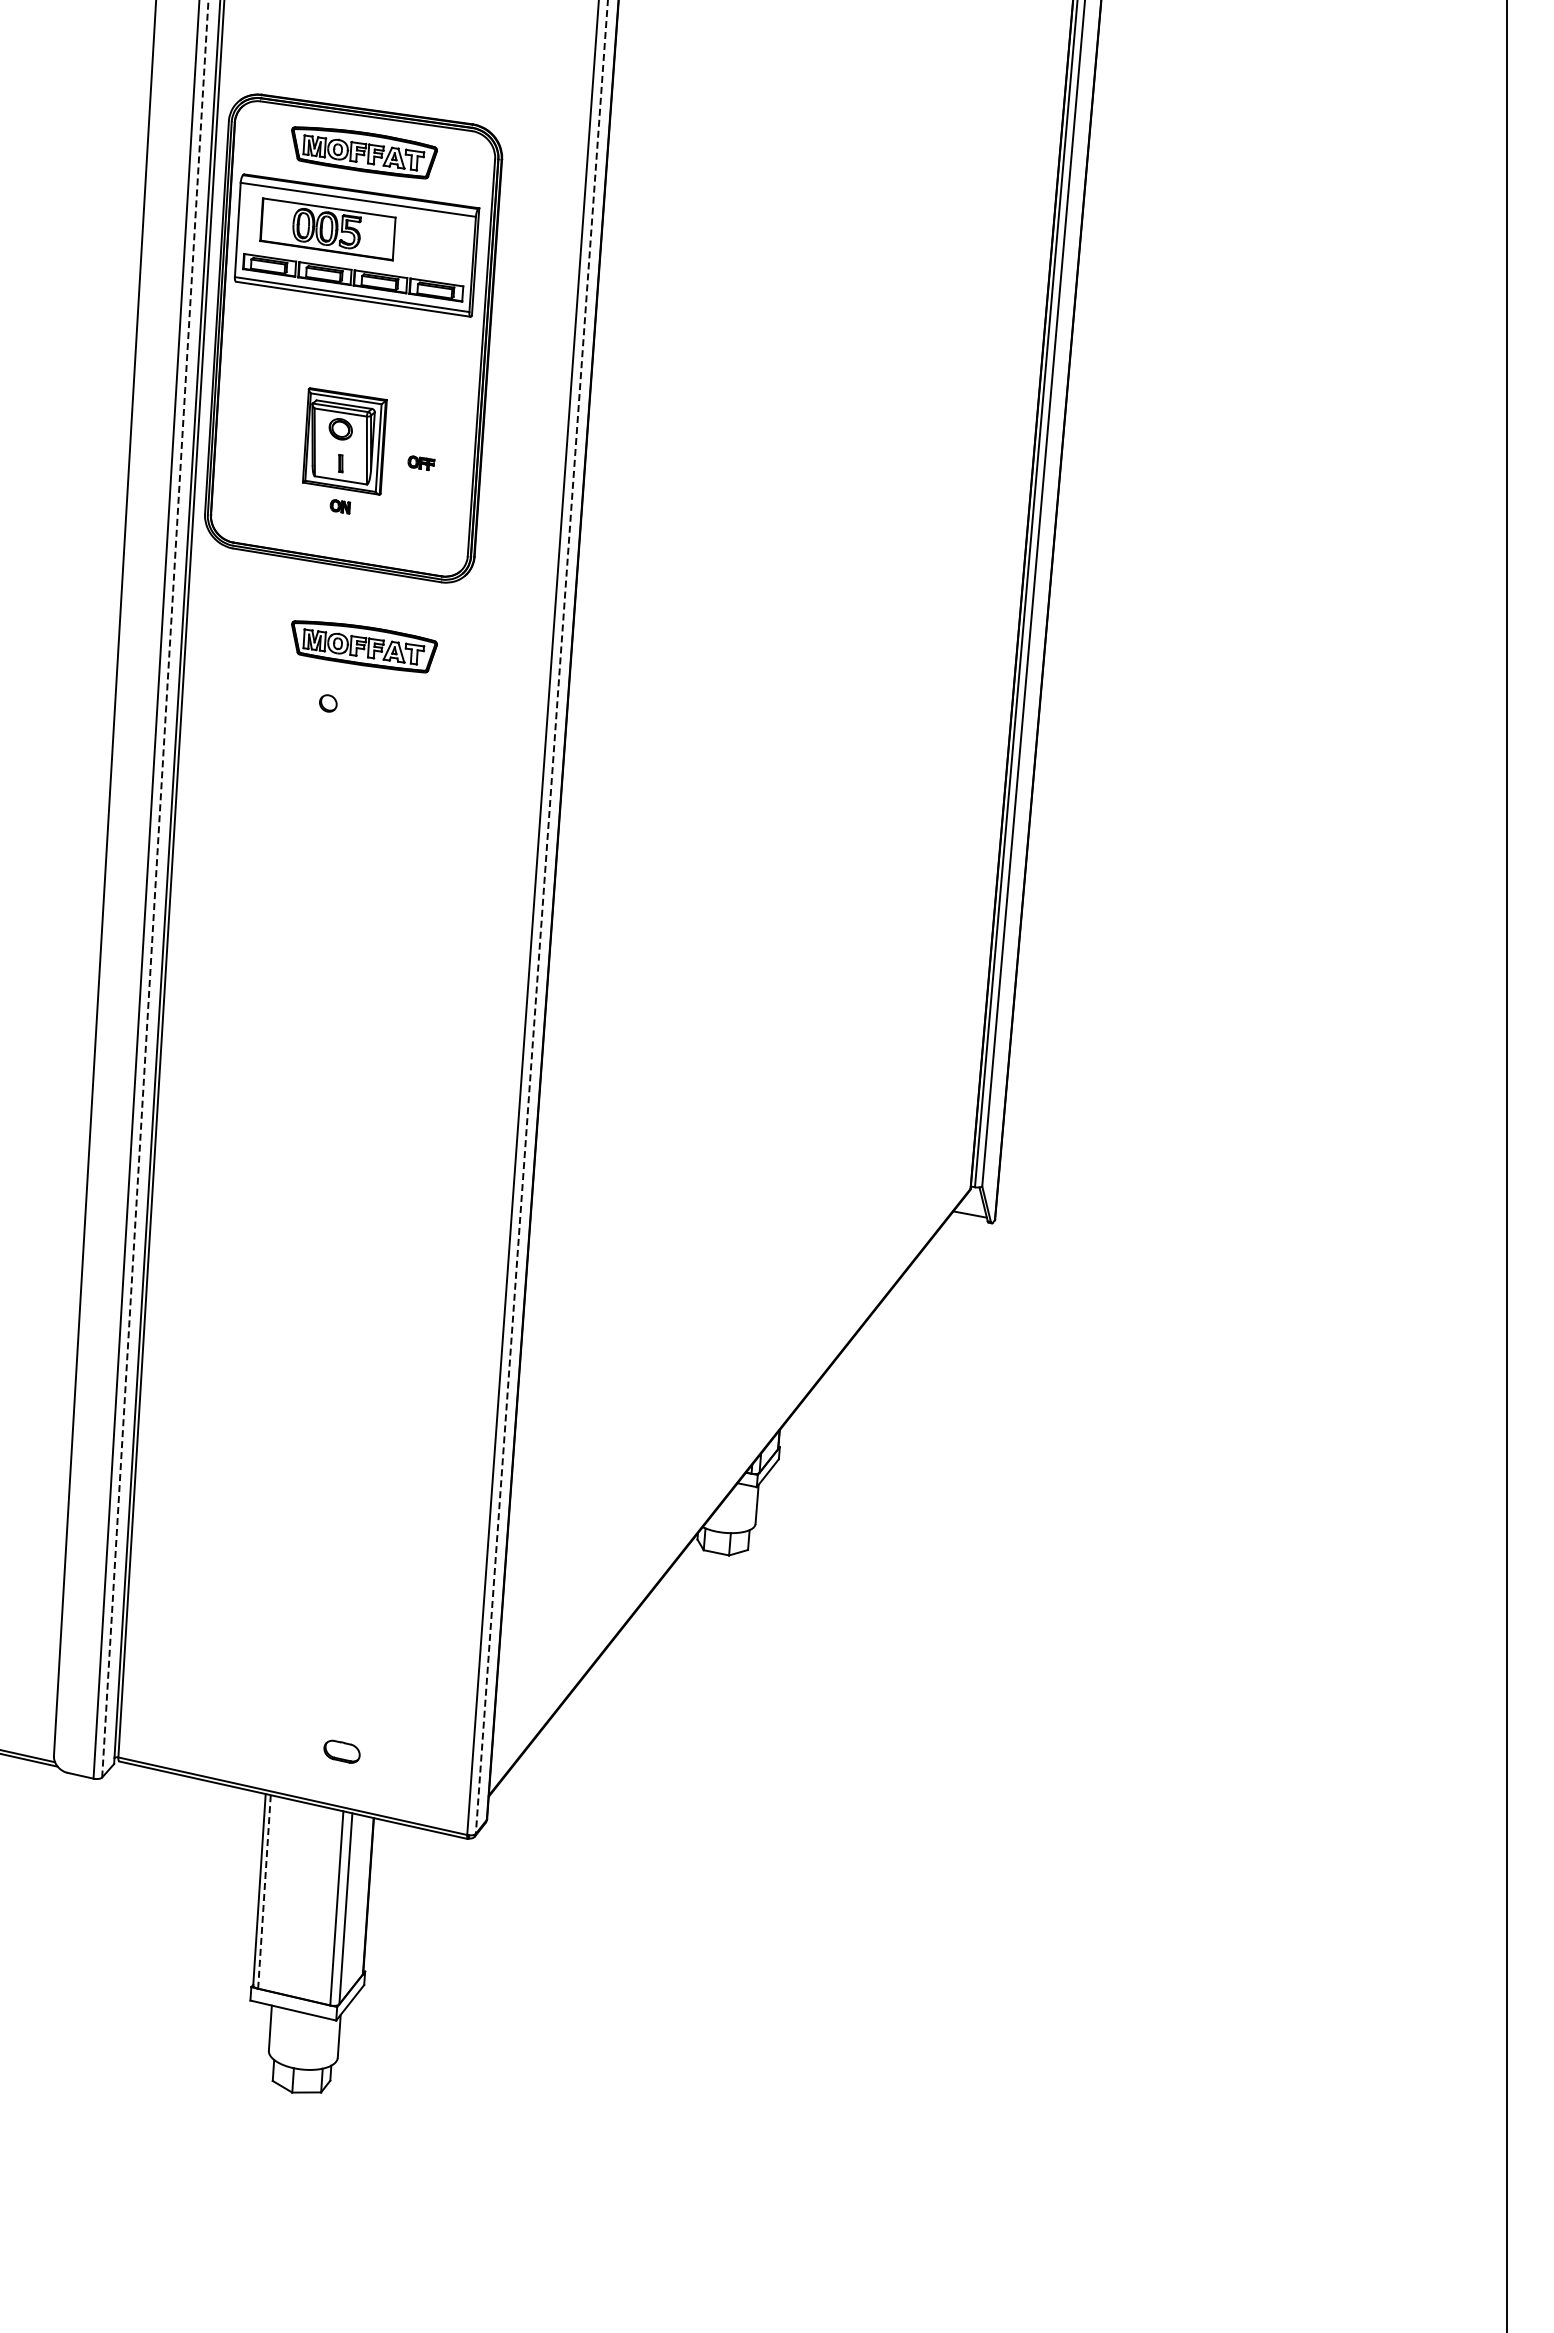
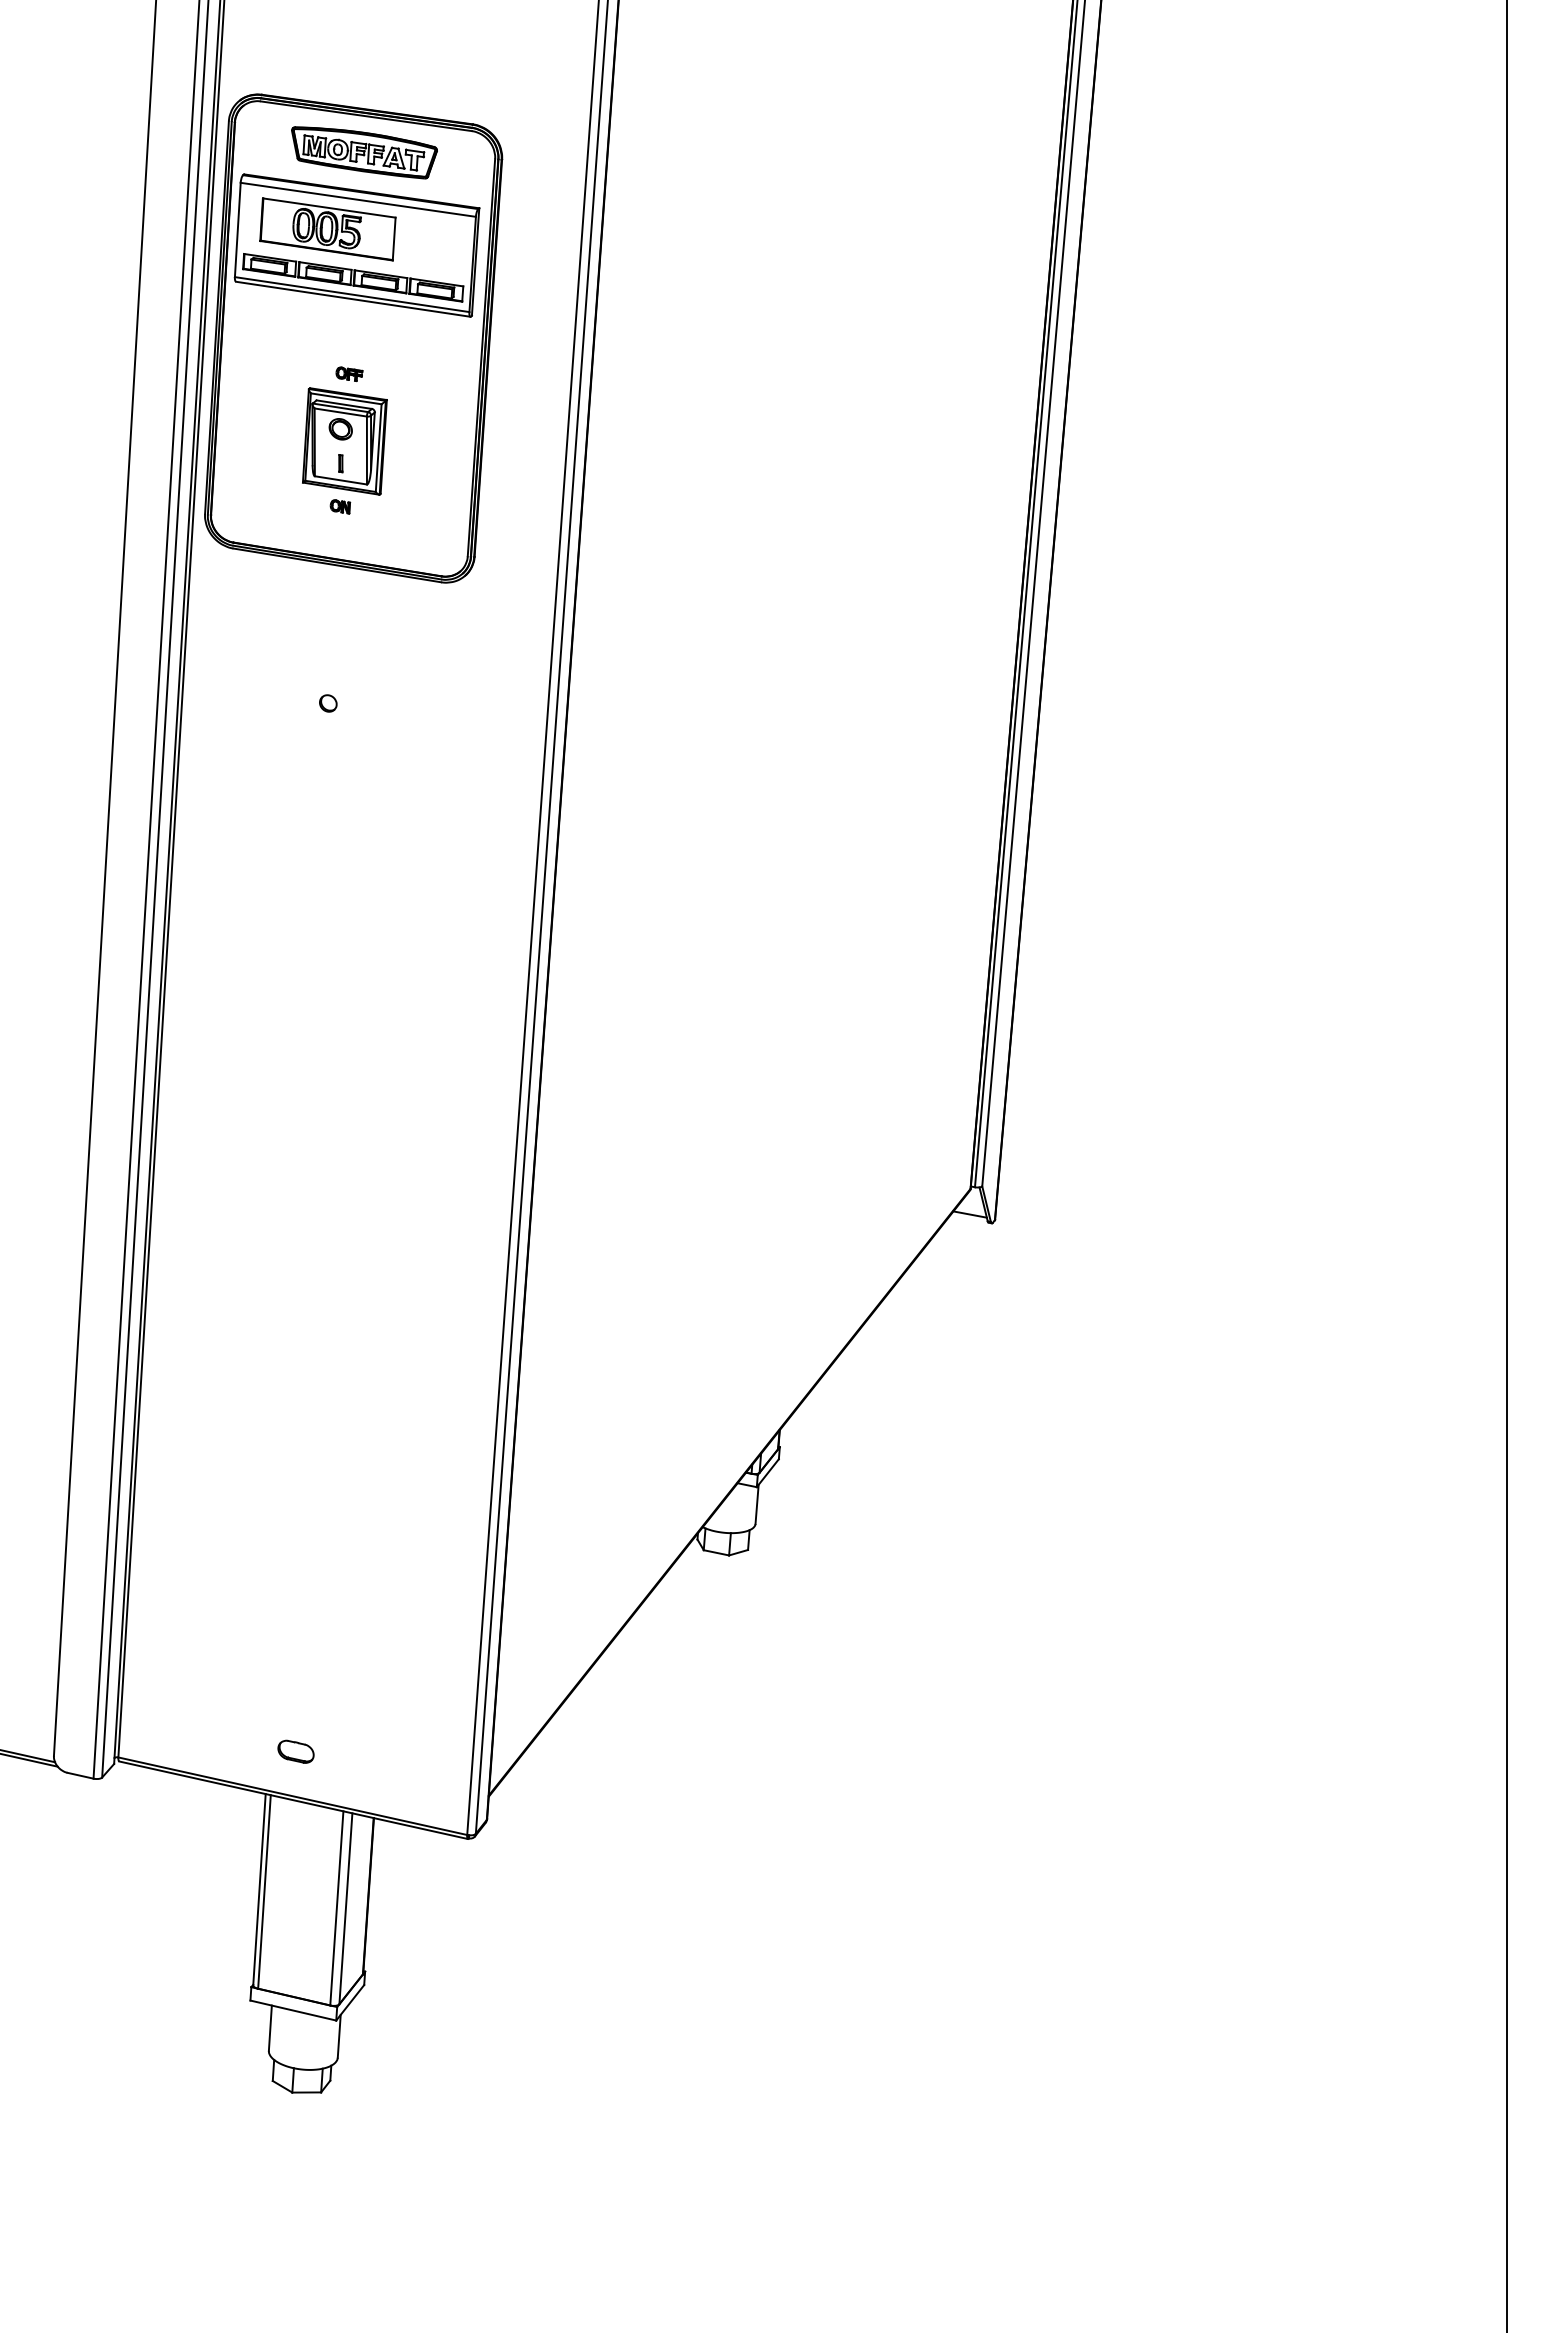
part at (421, 463) position: (421, 463) -> (349, 374)
part at (364, 646): present -> none
line at (155, 888): dashed -> solid
line at (541, 917): dashed -> solid
part at (341, 1751) position: (341, 1751) -> (295, 1751)
line at (264, 1891): dashed -> solid
